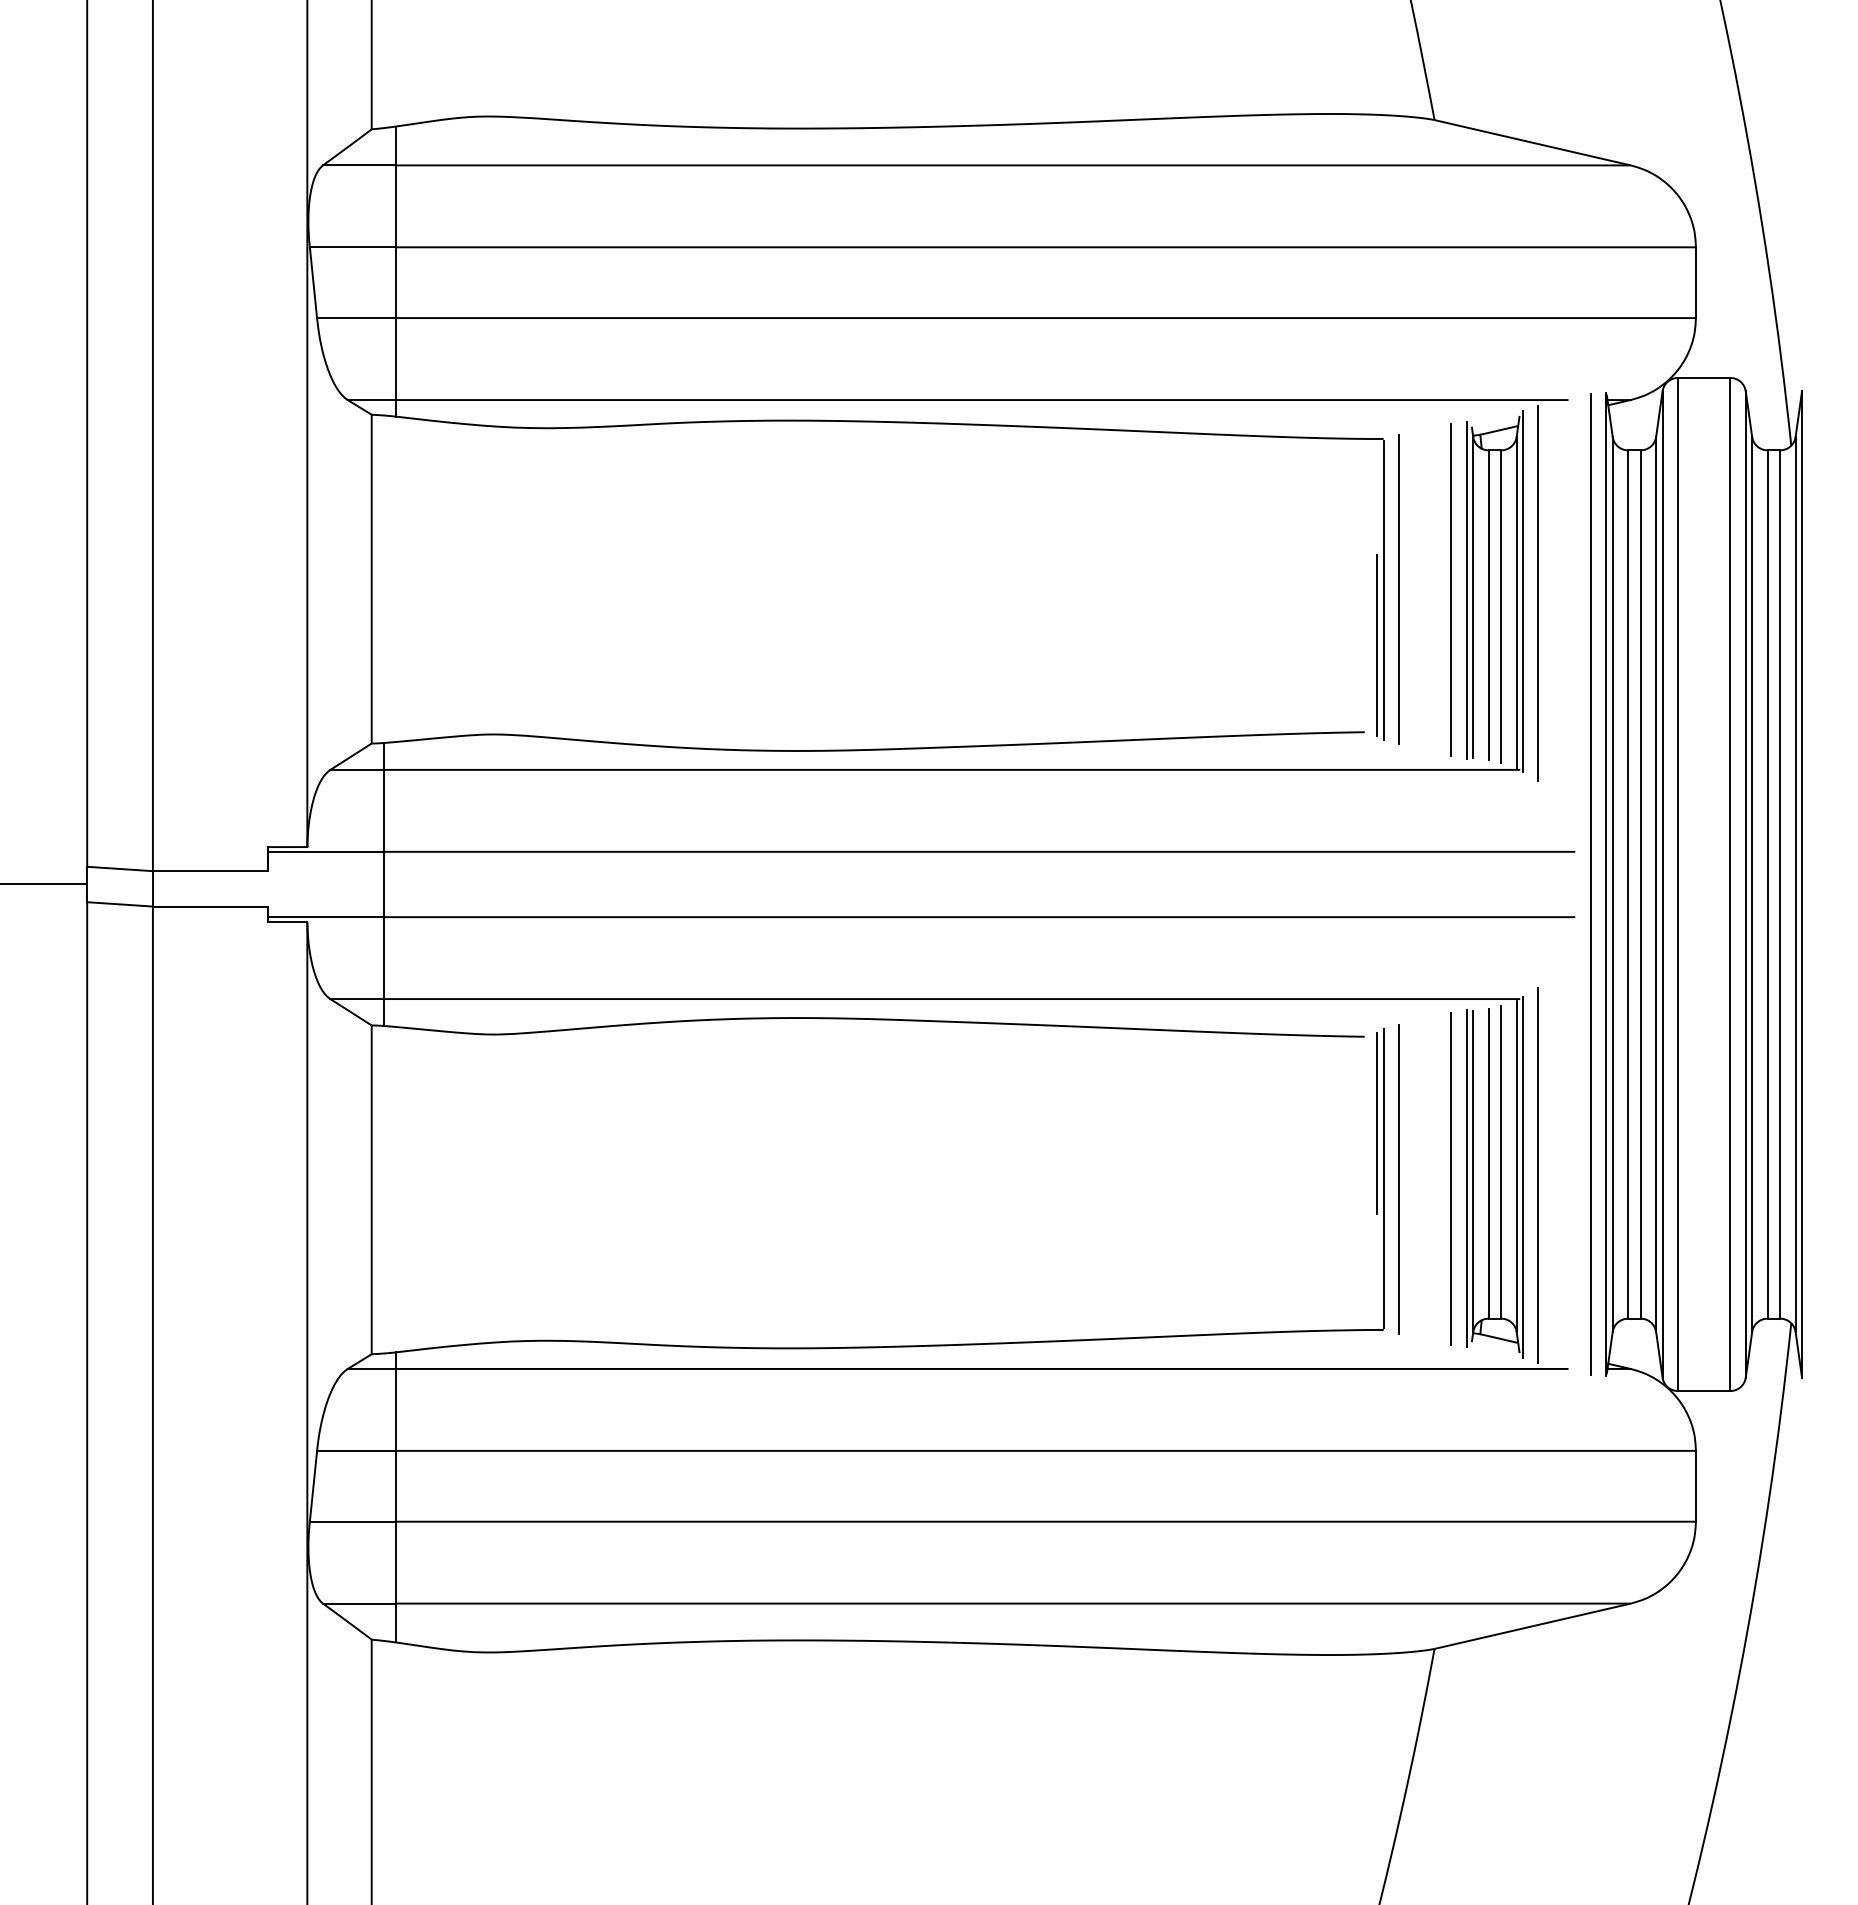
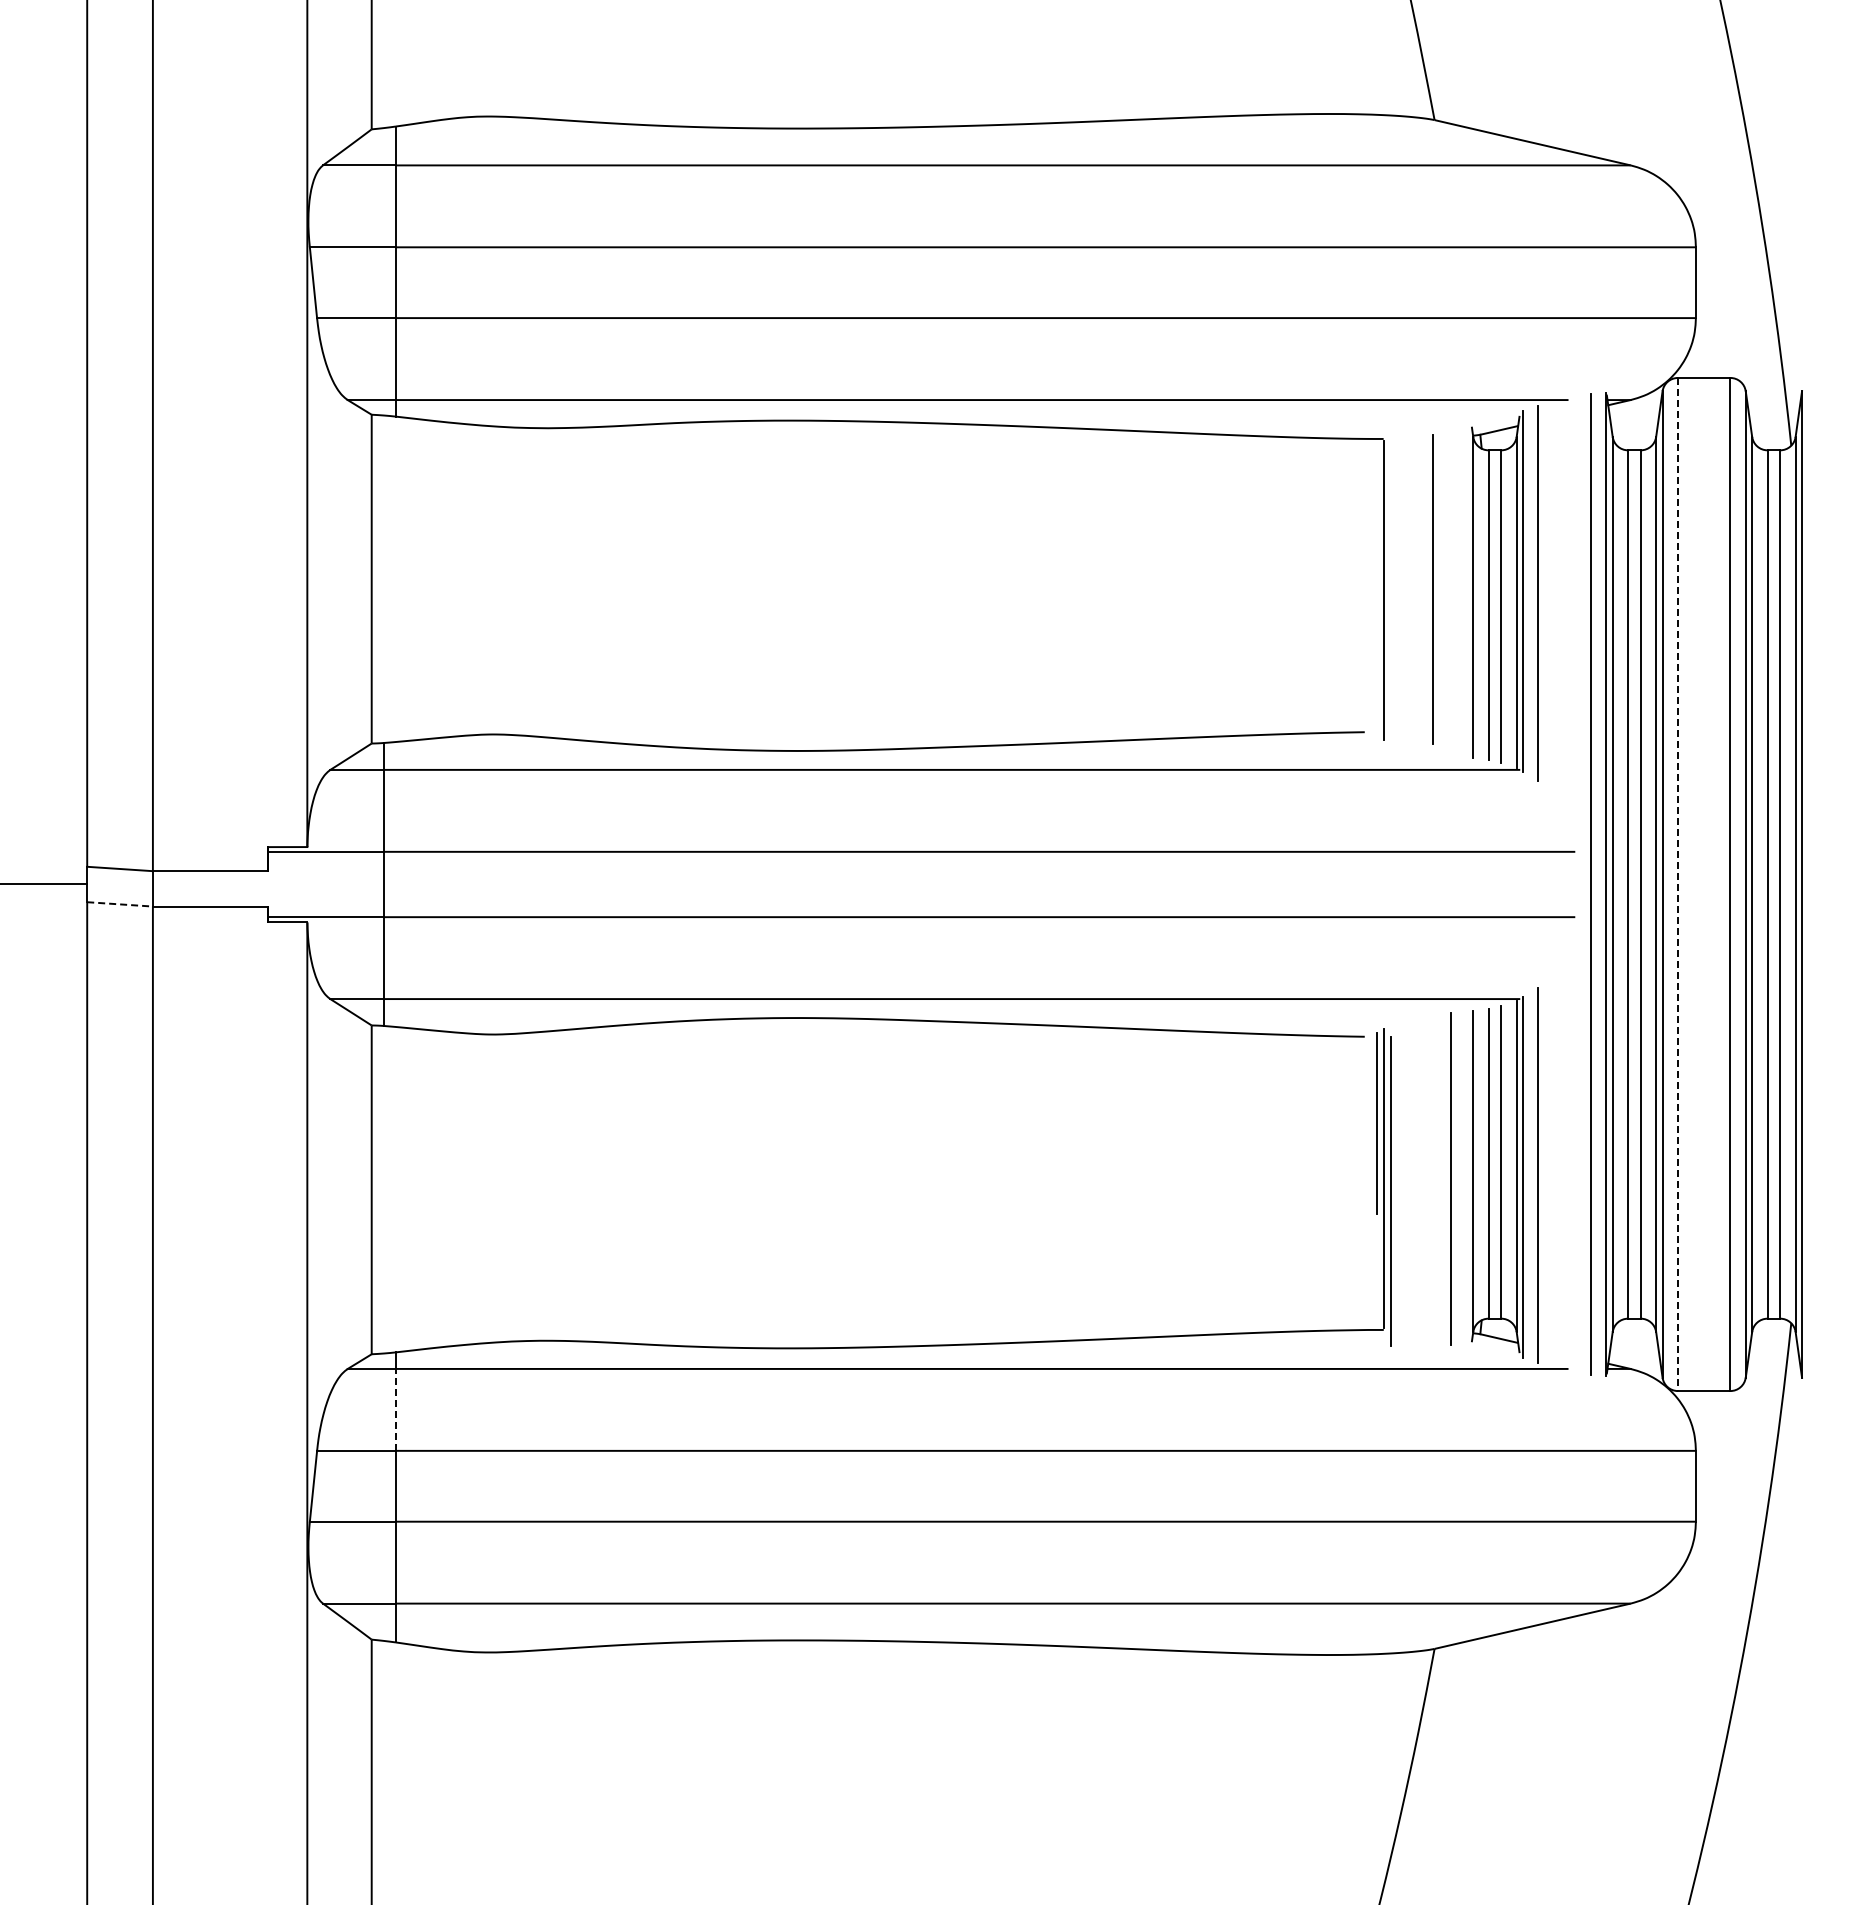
line at (1398, 589) position: (1398, 589) -> (1432, 589)
line at (1451, 589): present -> none
line at (1466, 590): present -> none
line at (1377, 644): present -> none
line at (1677, 884): solid -> dashed
line at (120, 904): solid -> dashed
line at (1466, 1178): present -> none
line at (1398, 1179) position: (1398, 1179) -> (1390, 1191)
line at (395, 1409): solid -> dashed
